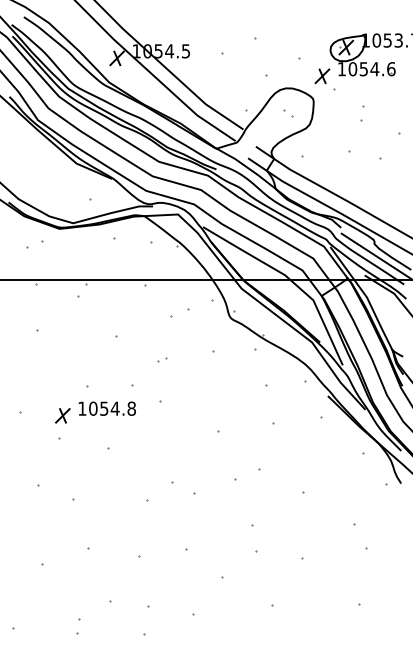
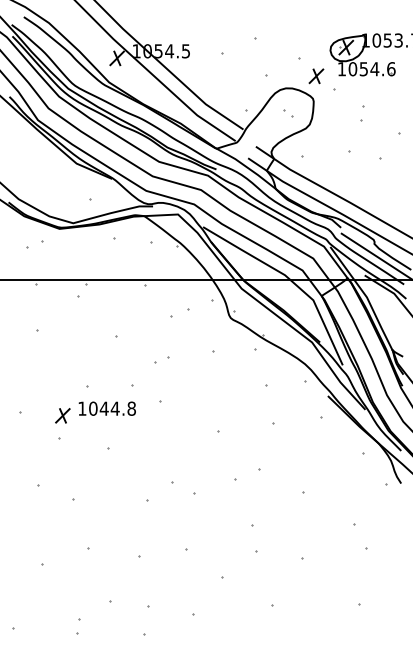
part at (322, 76) position: (322, 76) -> (316, 76)
part at (162, 359) size: 11x6 px -> 16x8 px
text at (103, 408): 1054.8 -> 1044.8
